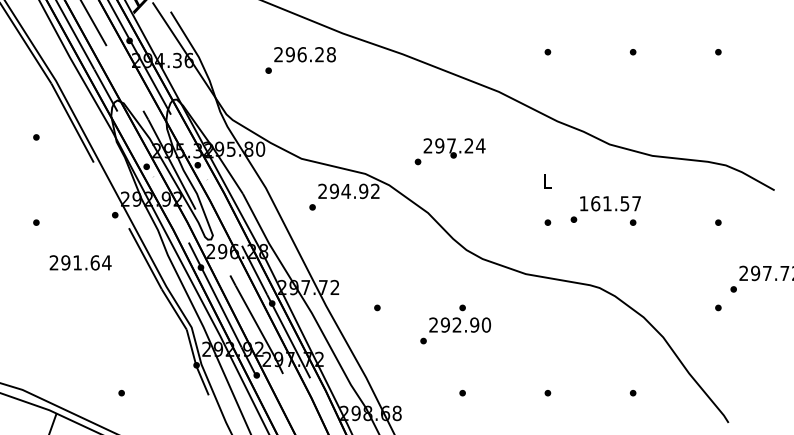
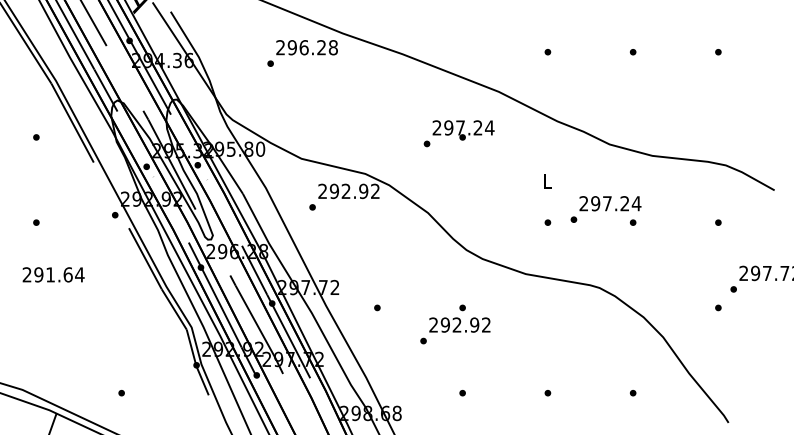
text at (300, 60) position: (300, 60) -> (302, 53)
text at (449, 151) position: (449, 151) -> (458, 133)
text at (345, 190): 294.92 -> 292.92
text at (610, 203): 161.57 -> 297.24
text at (80, 262) position: (80, 262) -> (53, 274)
text at (486, 324): 292.90 -> 292.92
